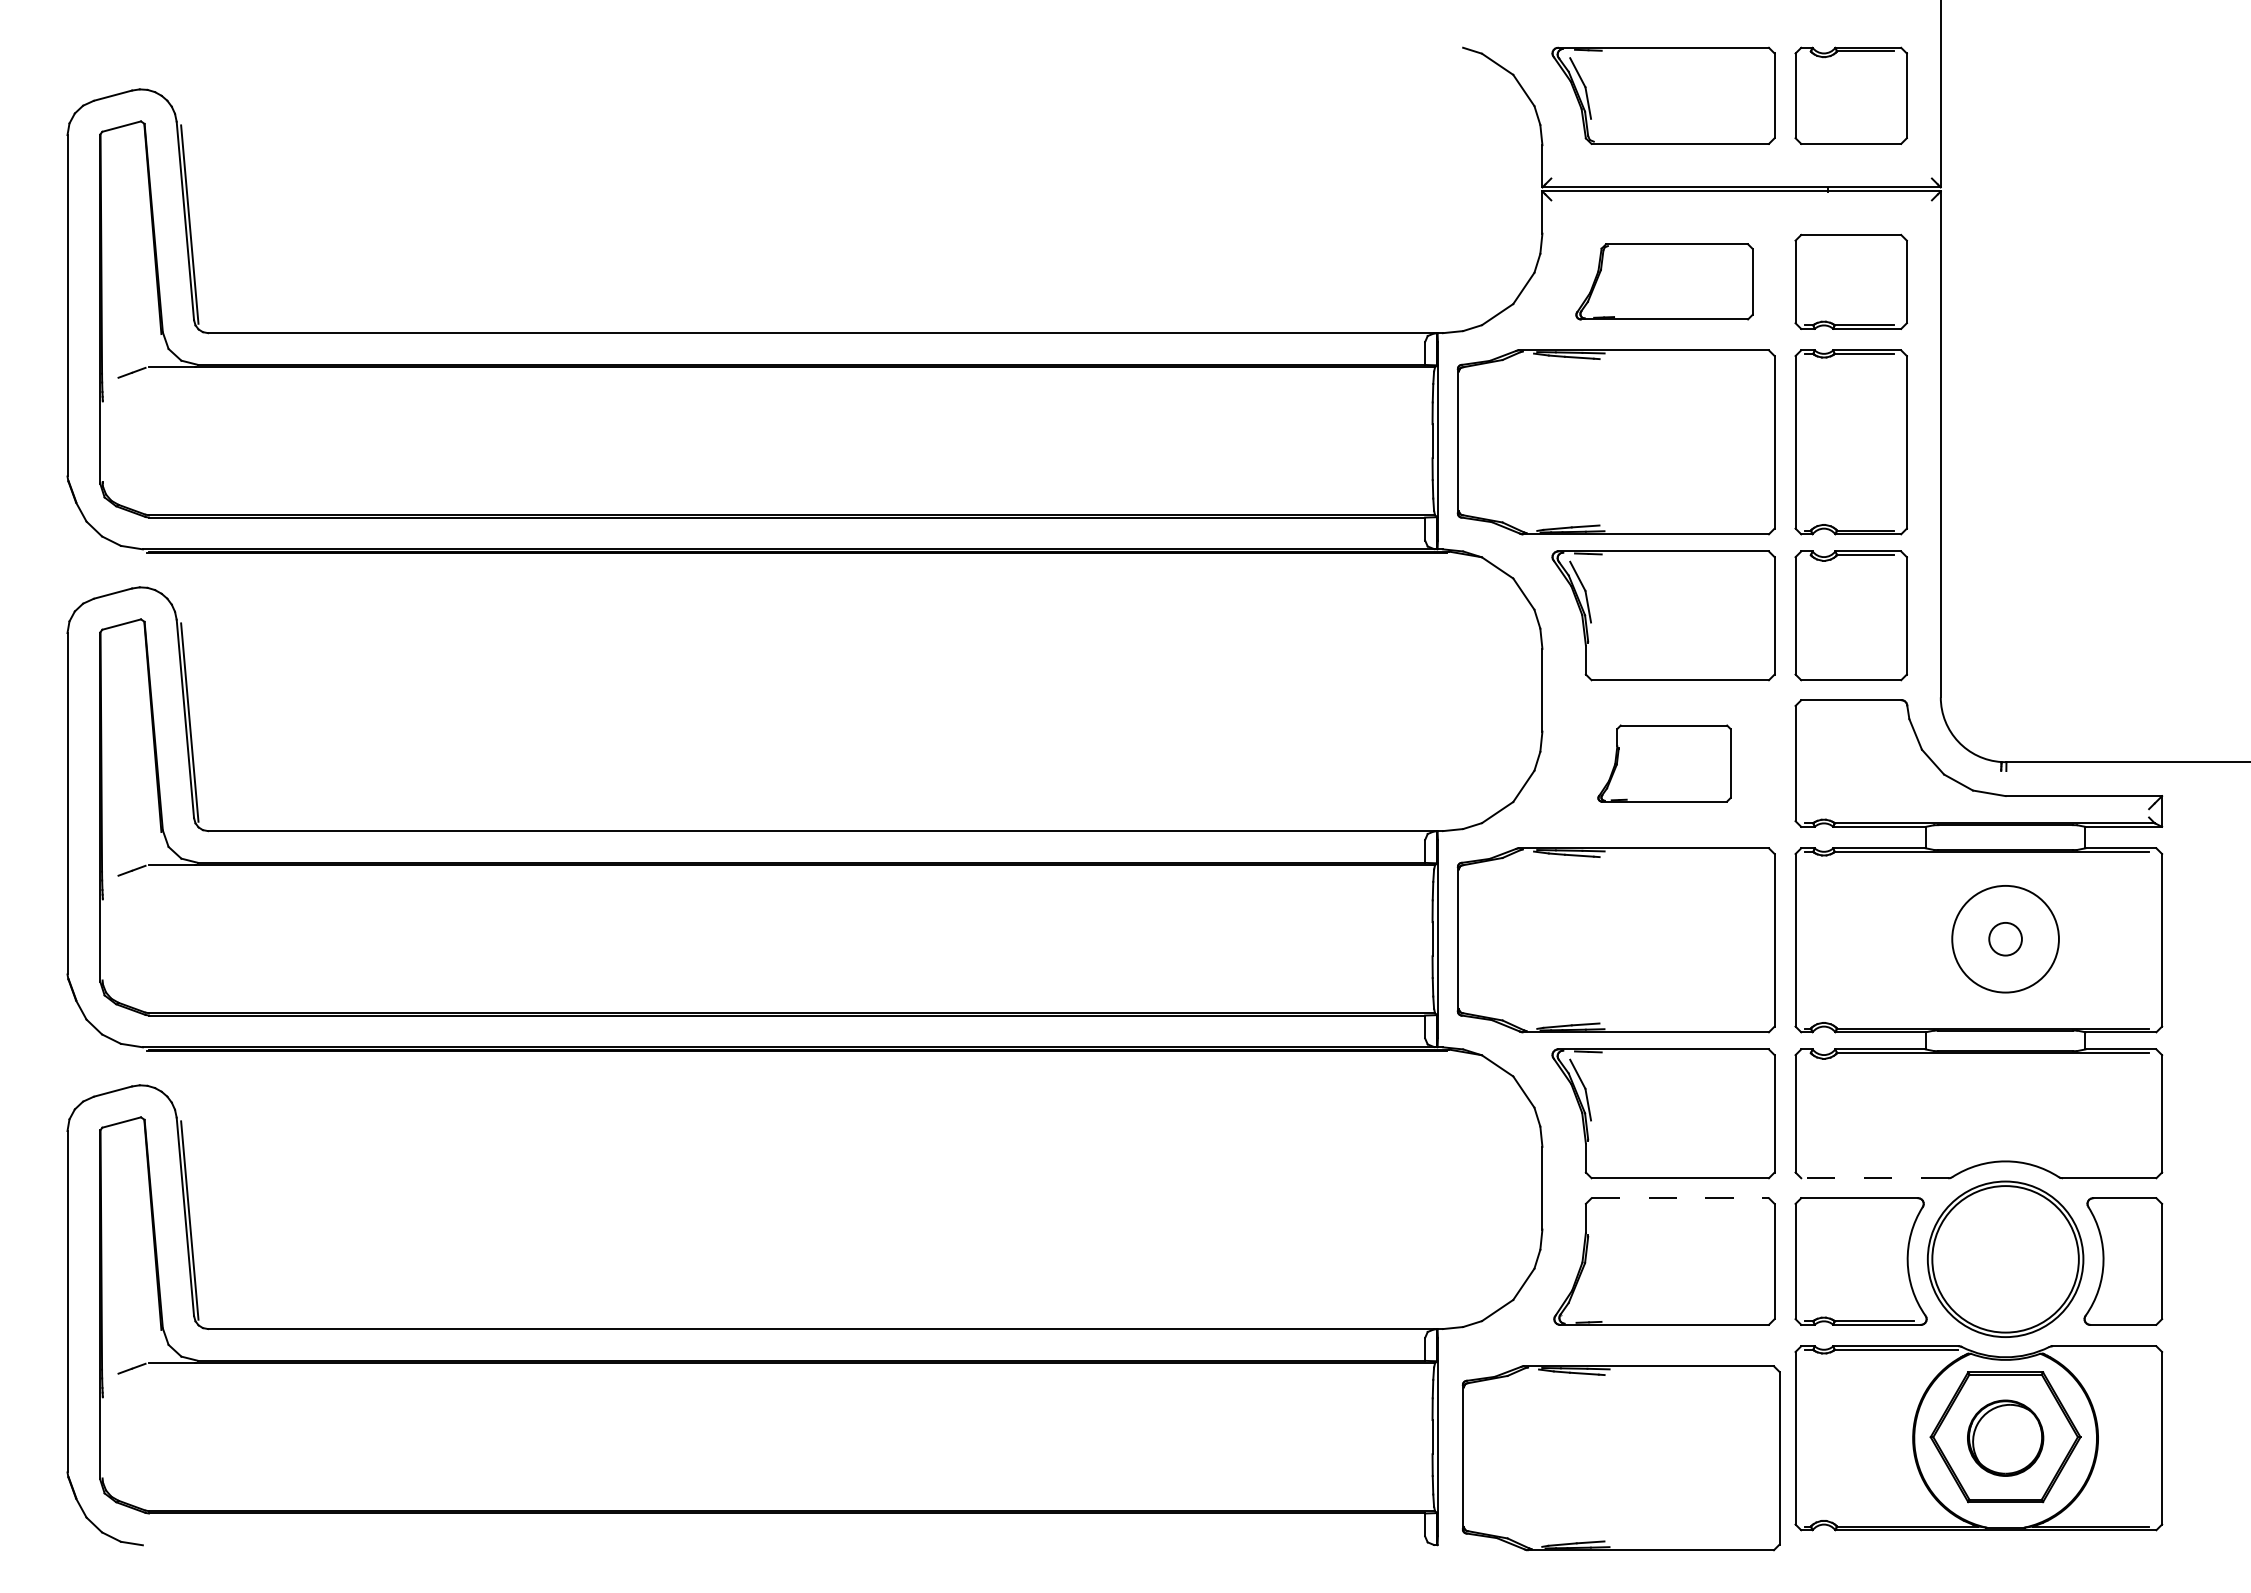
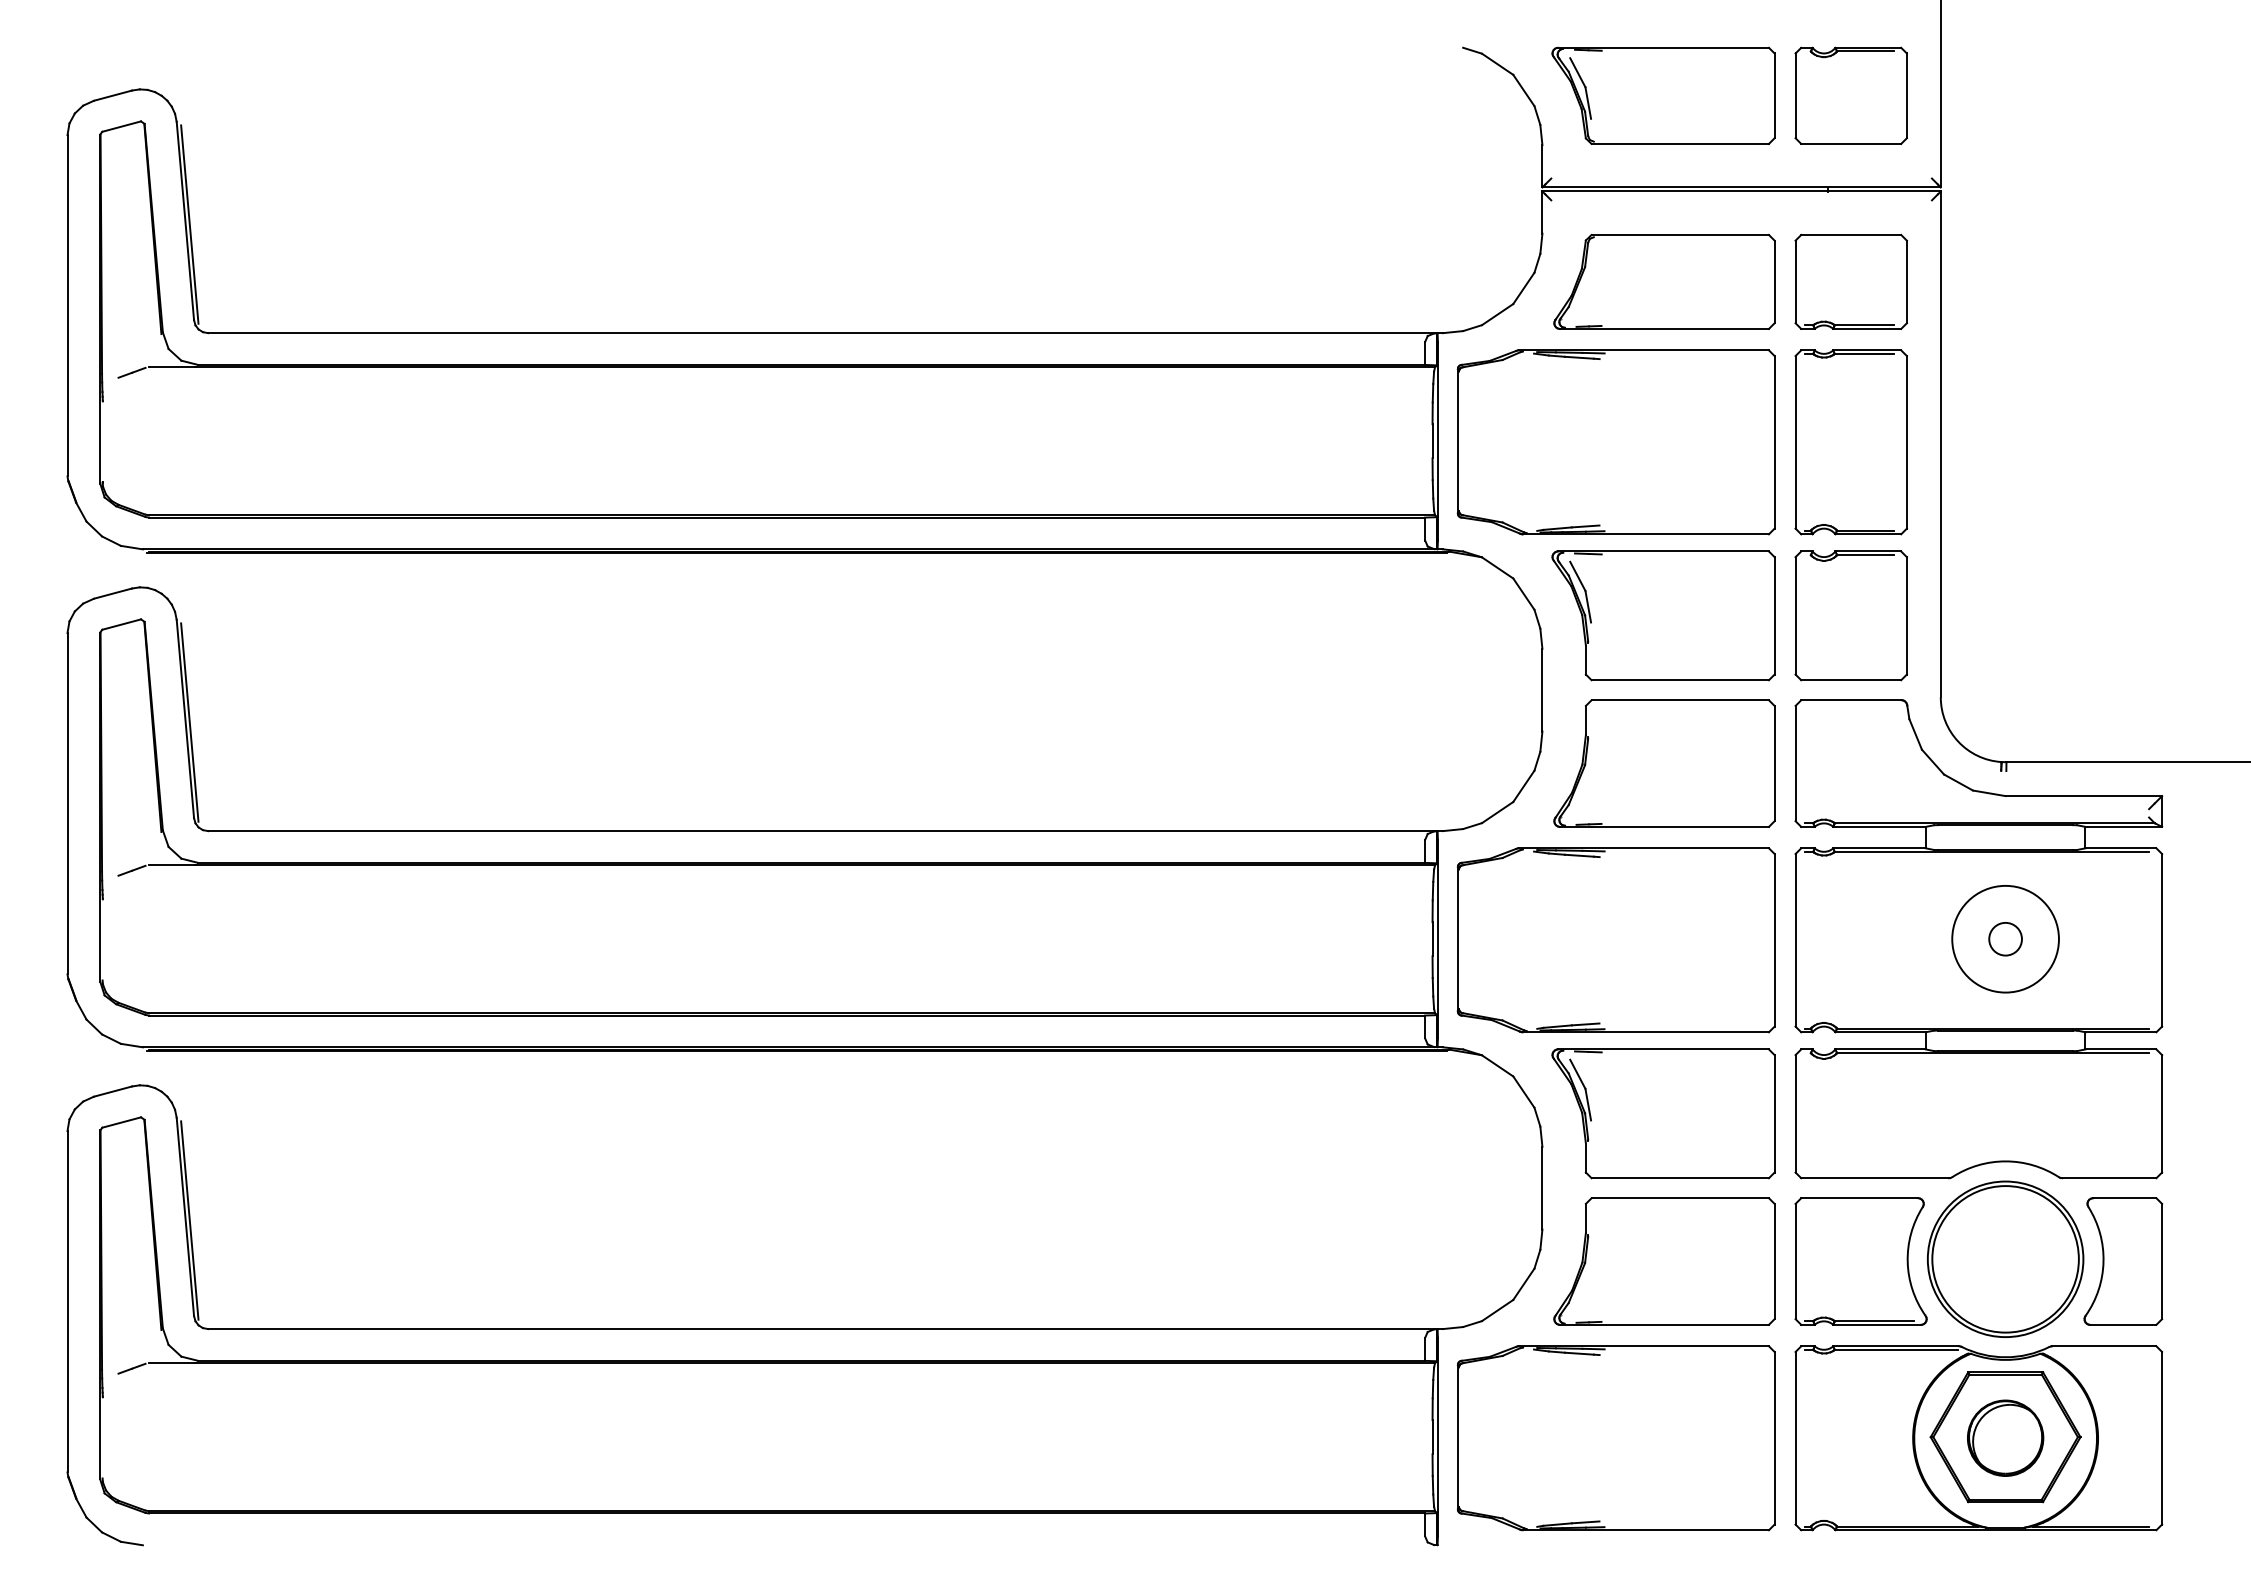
part at (1664, 281) size: 179x78 px -> 223x97 px
part at (1664, 763) size: 135x79 px -> 223x129 px
line at (1875, 1178): dashed -> solid
line at (1680, 1198): dashed -> solid
part at (1620, 1458) position: (1620, 1458) -> (1615, 1438)
